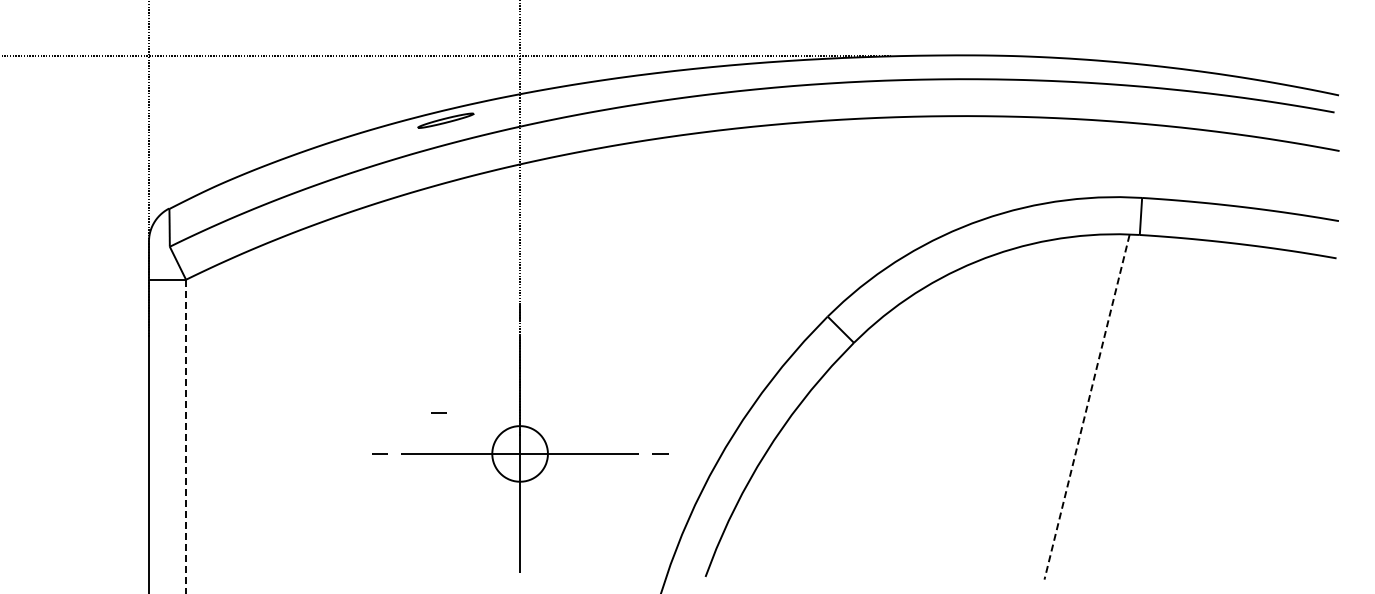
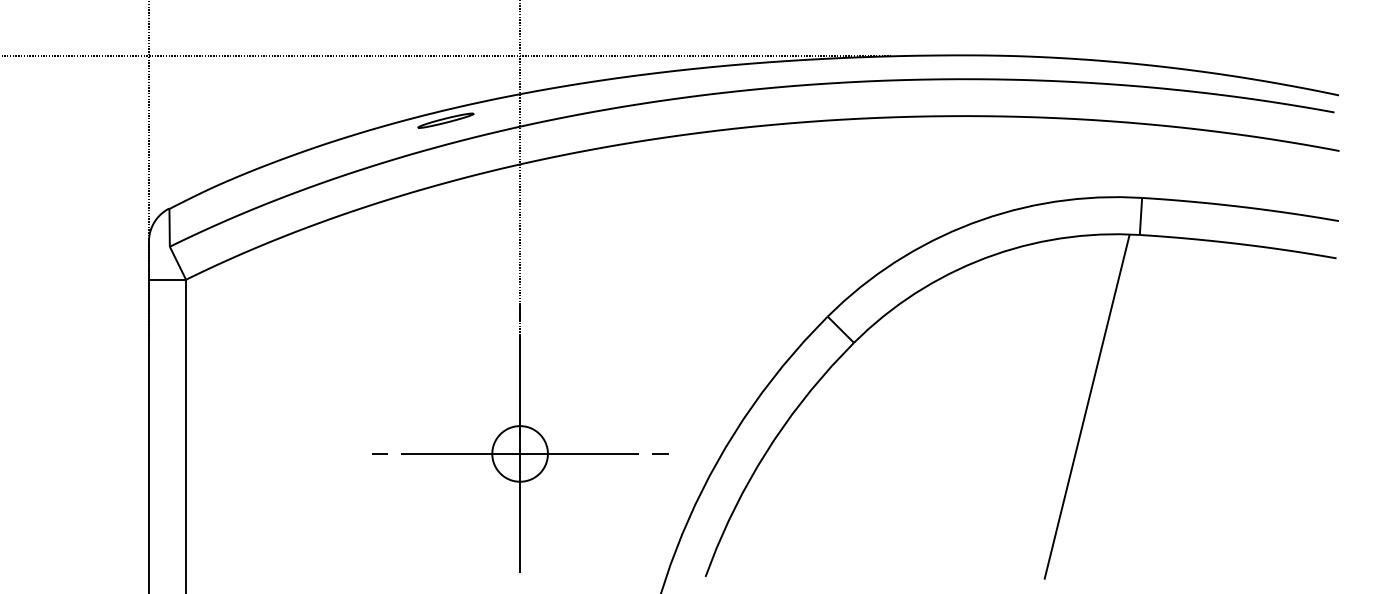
line at (1087, 407): dashed -> solid
line at (438, 412): present -> none
line at (186, 436): dashed -> solid
